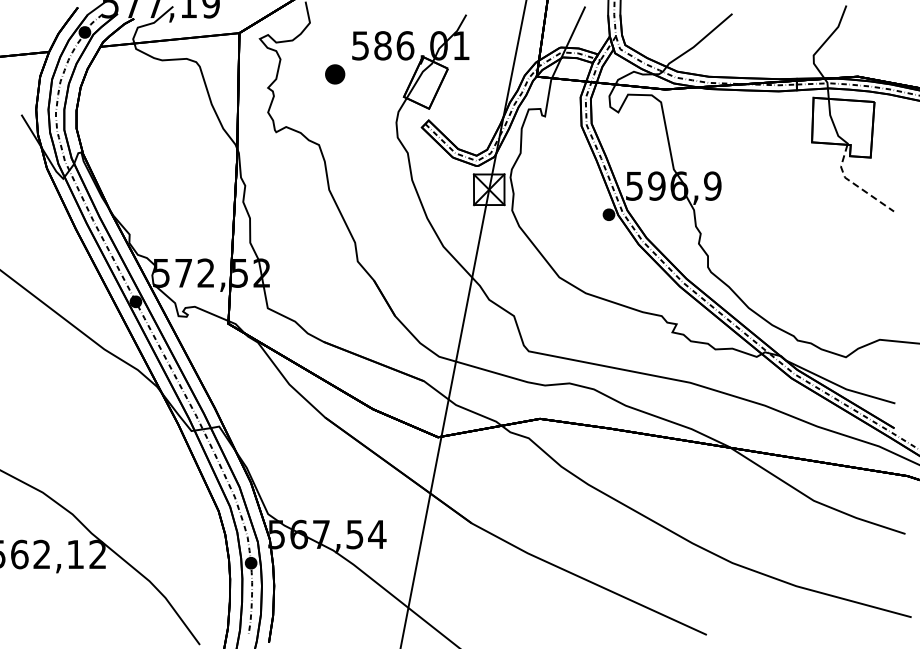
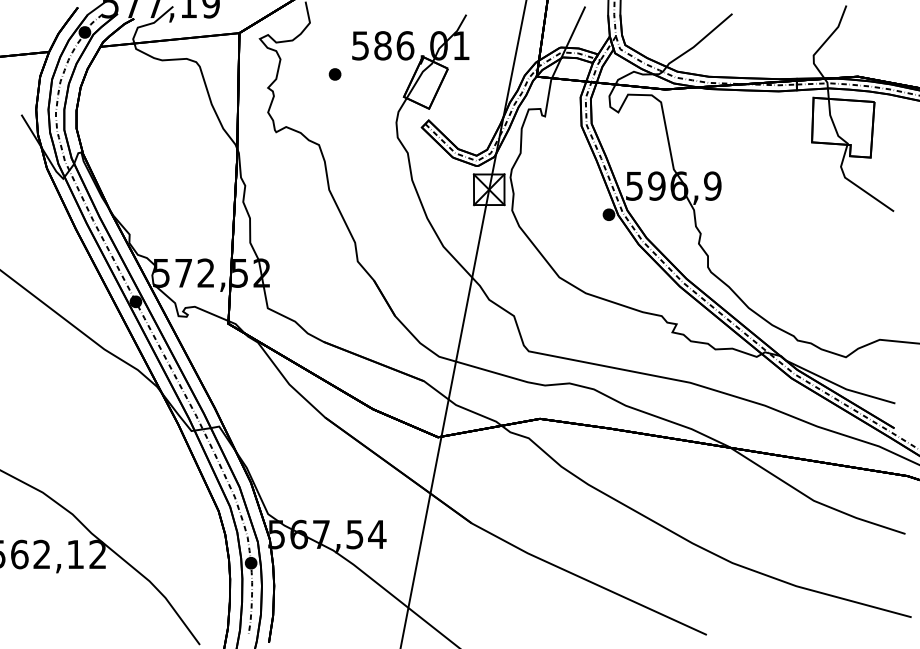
part at (335, 74) size: 21x21 px -> 14x13 px
line at (854, 184): dashed -> solid
